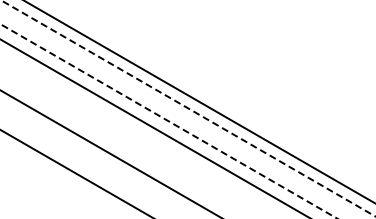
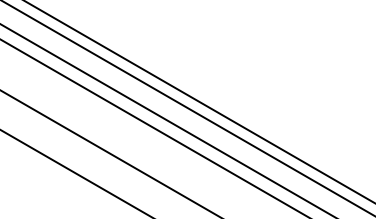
line at (188, 108): dashed -> solid
line at (168, 121): dashed -> solid
